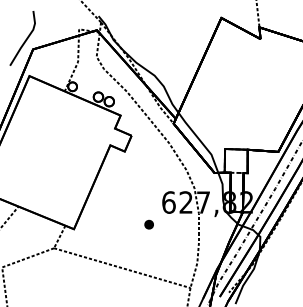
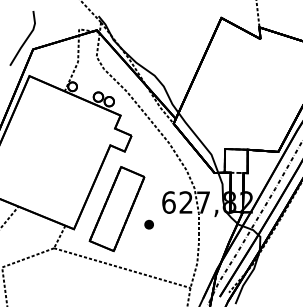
part at (116, 209): none -> present
